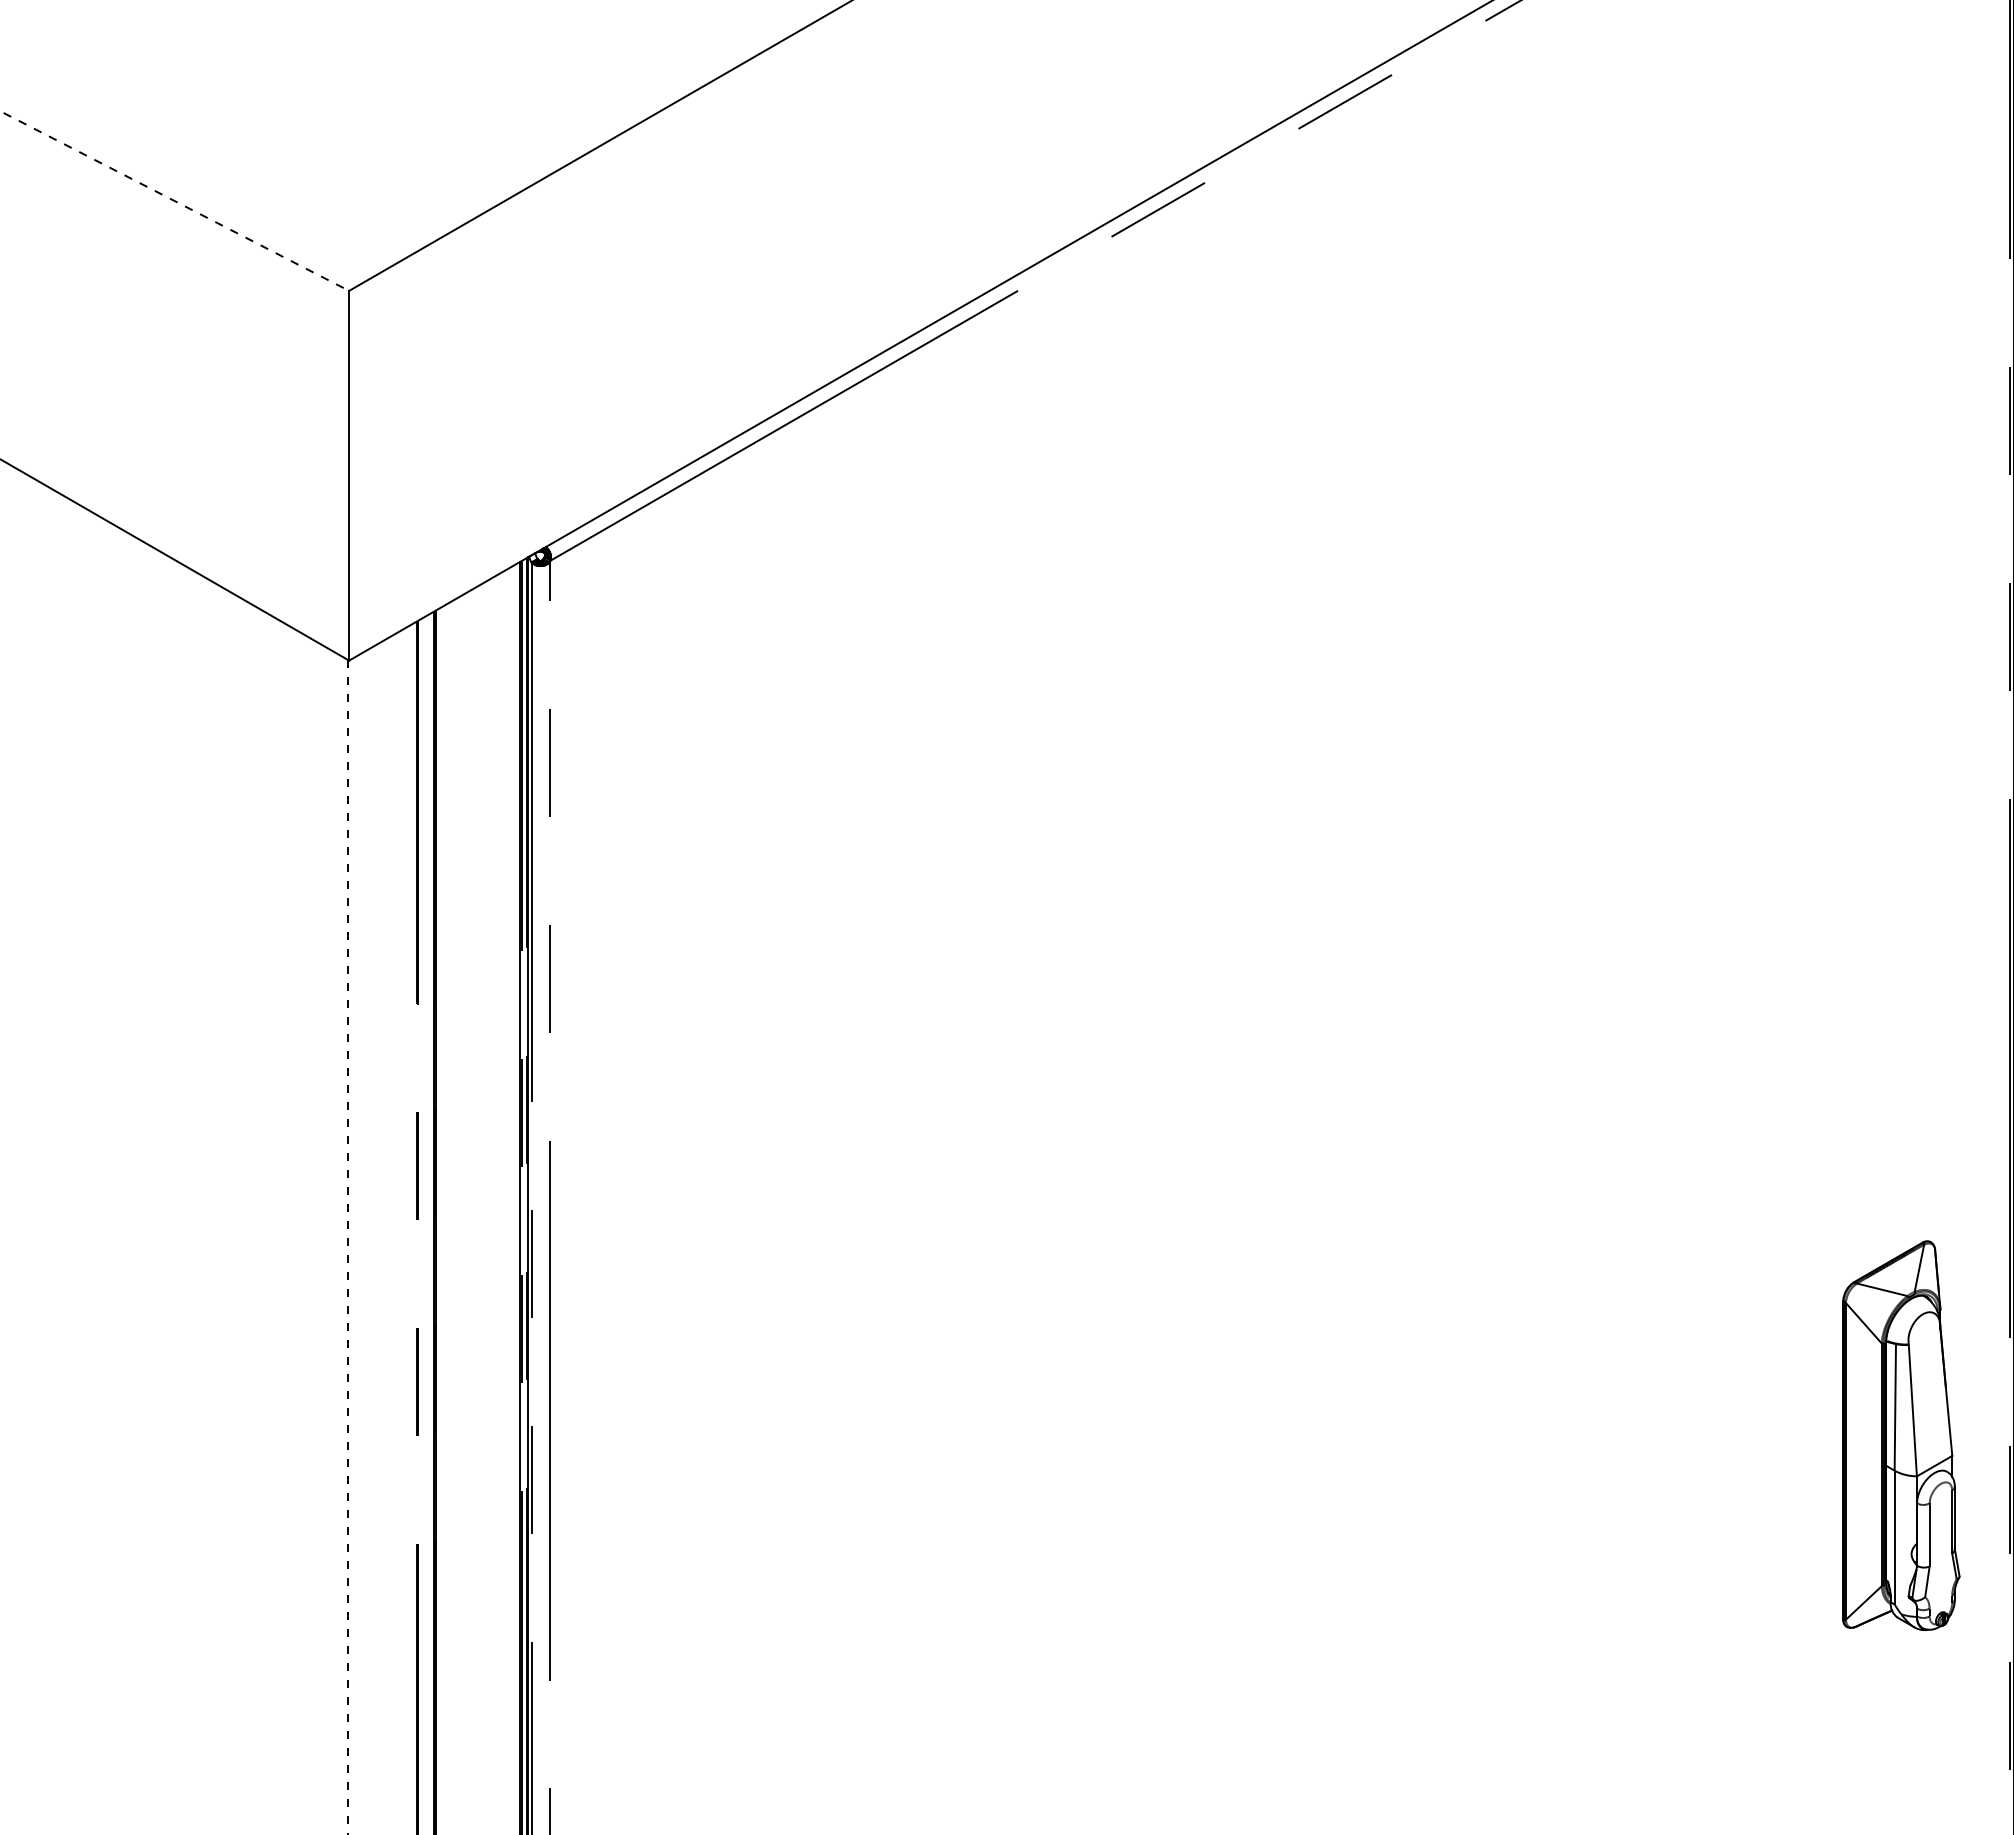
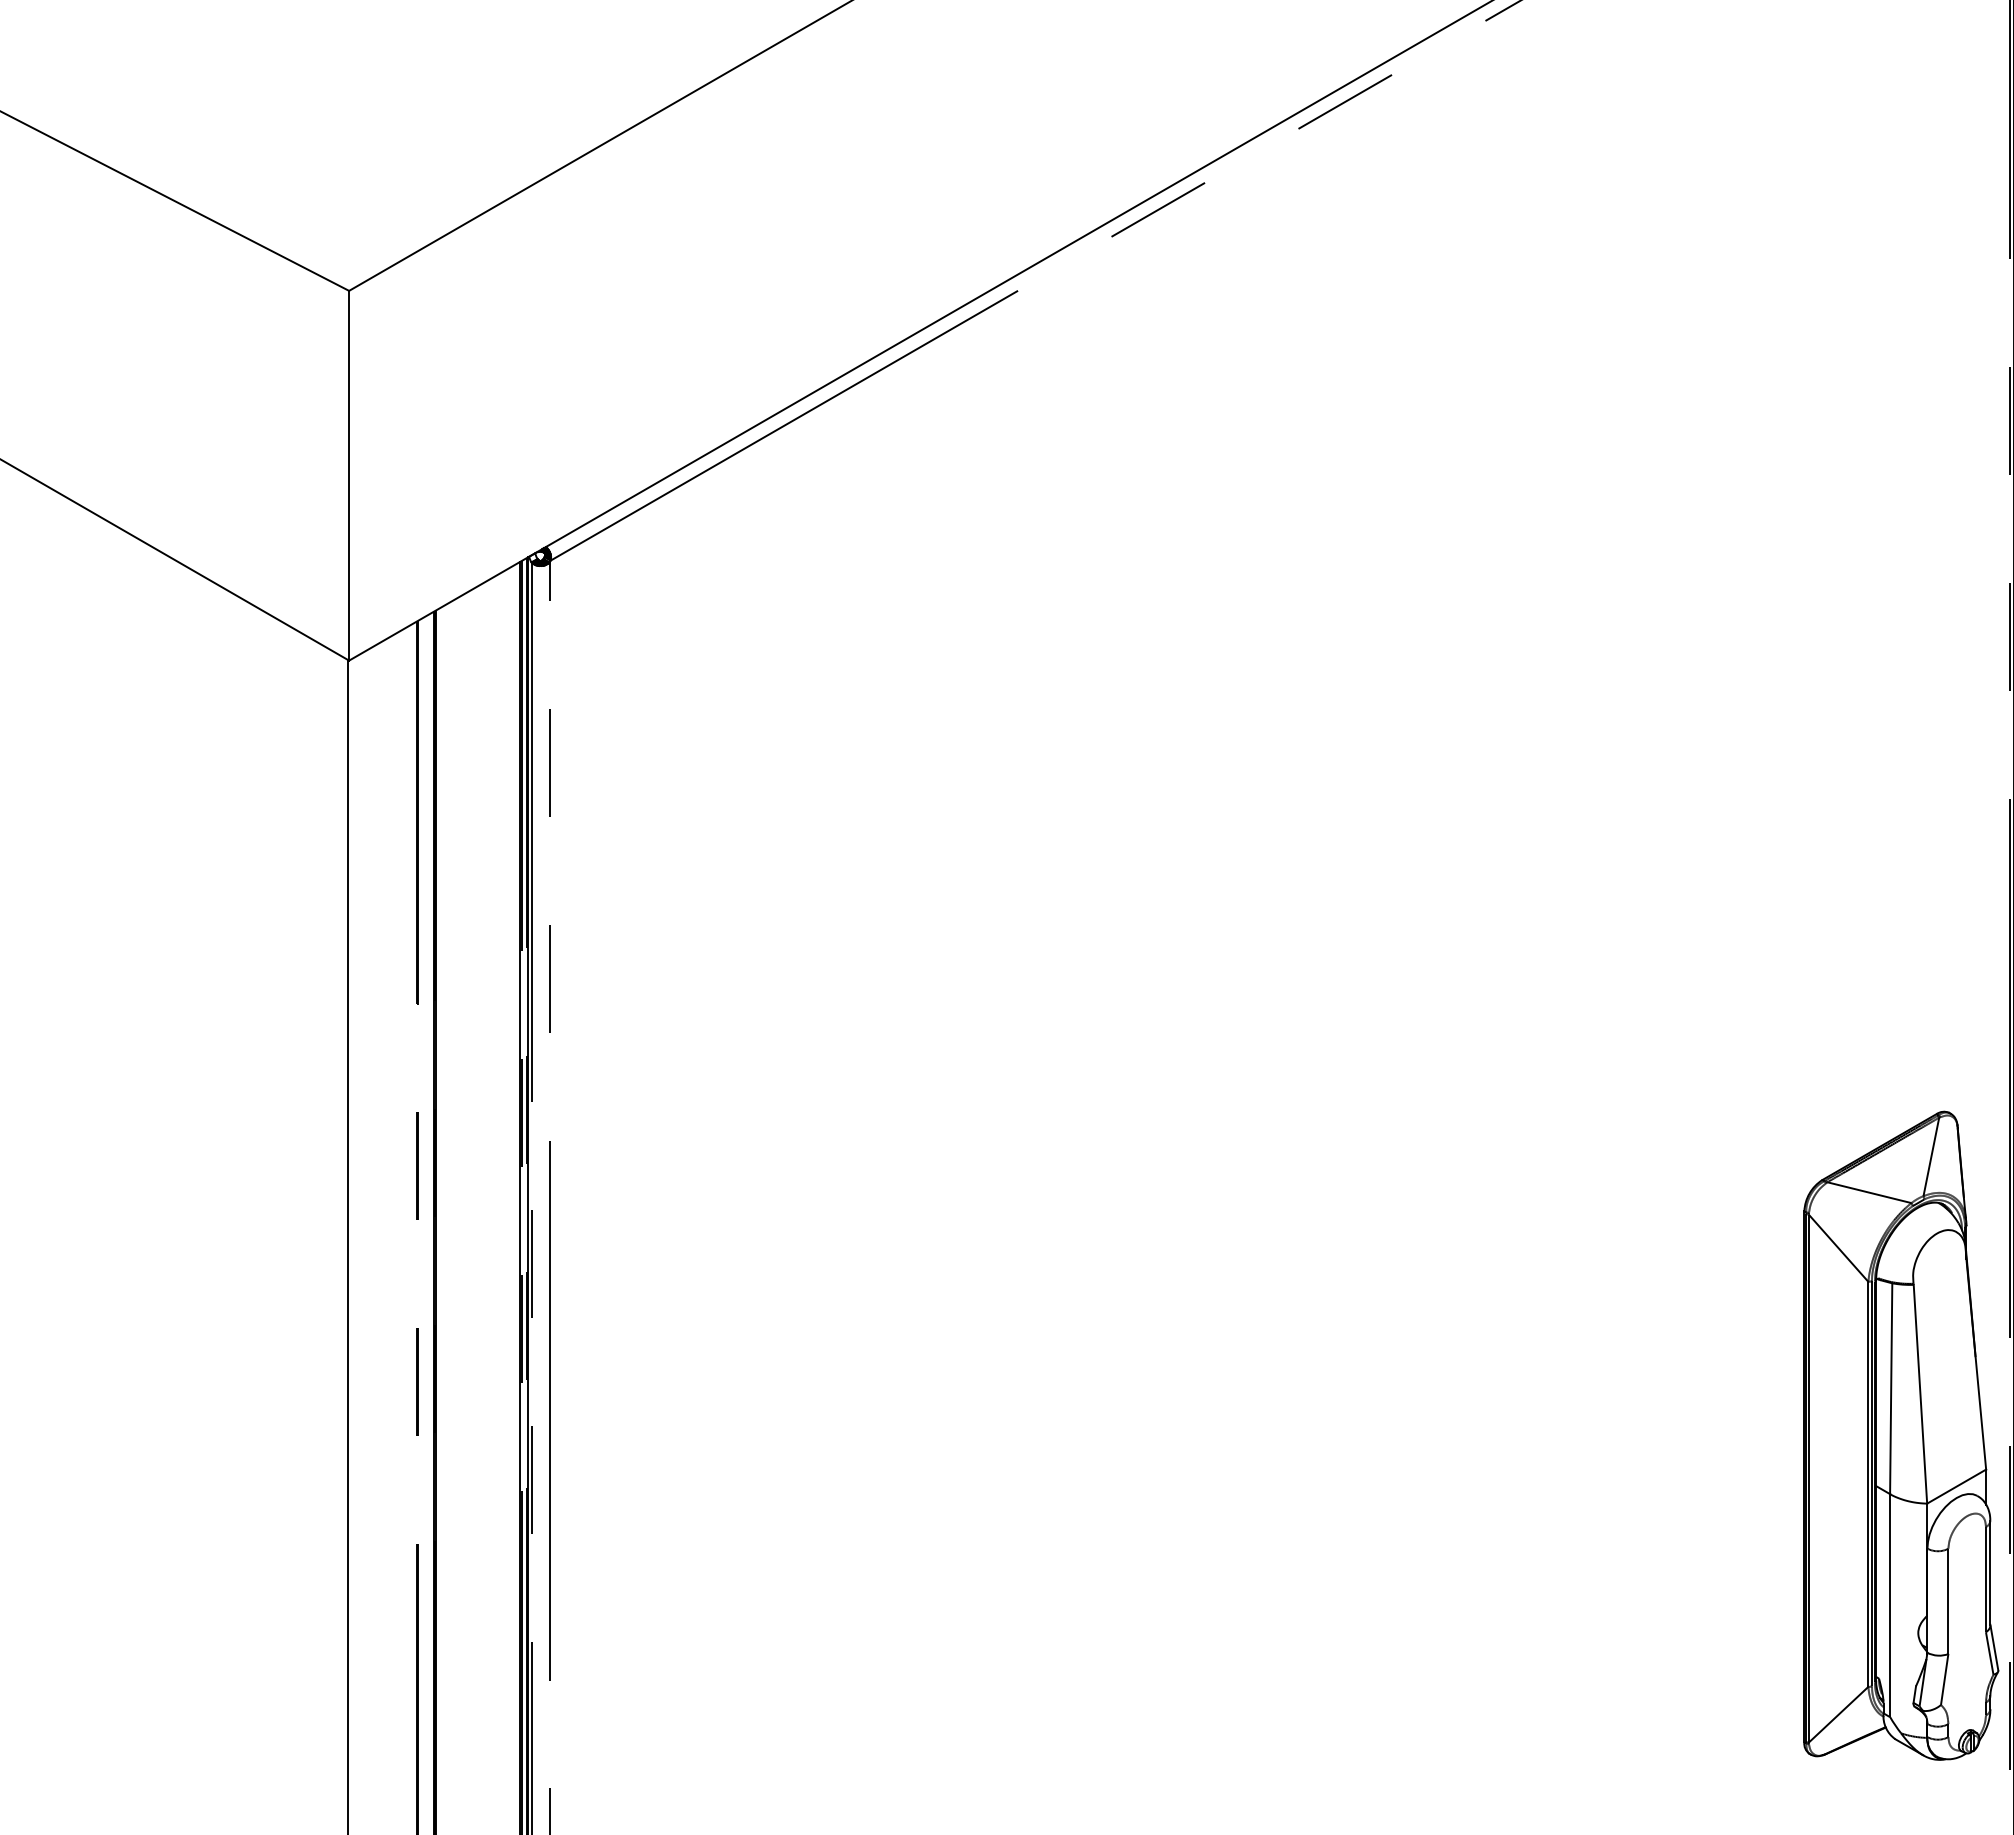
line at (174, 201): dashed -> solid
line at (347, 1247): dashed -> solid
part at (1901, 1435) size: 119x392 px -> 197x651 px
